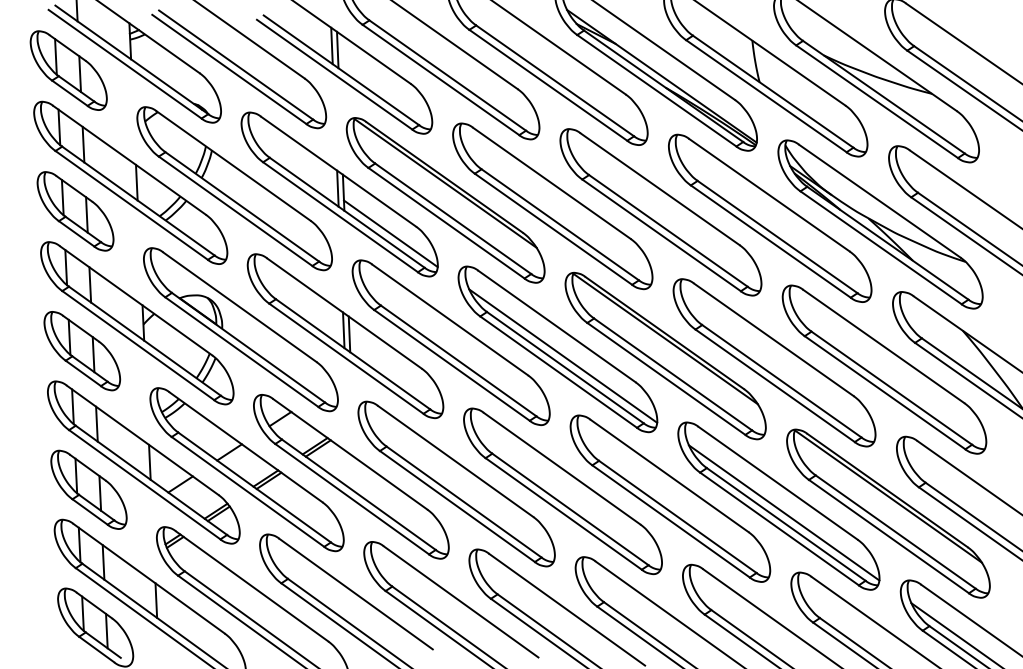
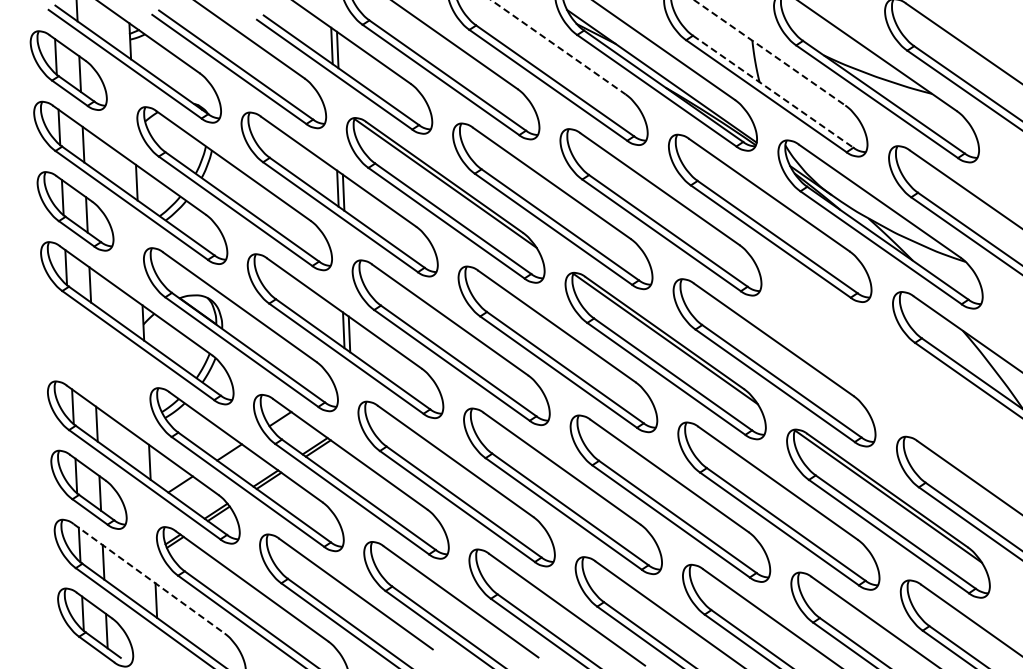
line at (558, 47): solid -> dashed
line at (769, 52): solid -> dashed
line at (773, 91): solid -> dashed
line at (390, 233): present -> none
part at (82, 351): present -> none
line at (563, 355): present -> none
part at (884, 369): present -> none
line at (783, 512): present -> none
line at (149, 579): solid -> dashed
line at (955, 634): present -> none
